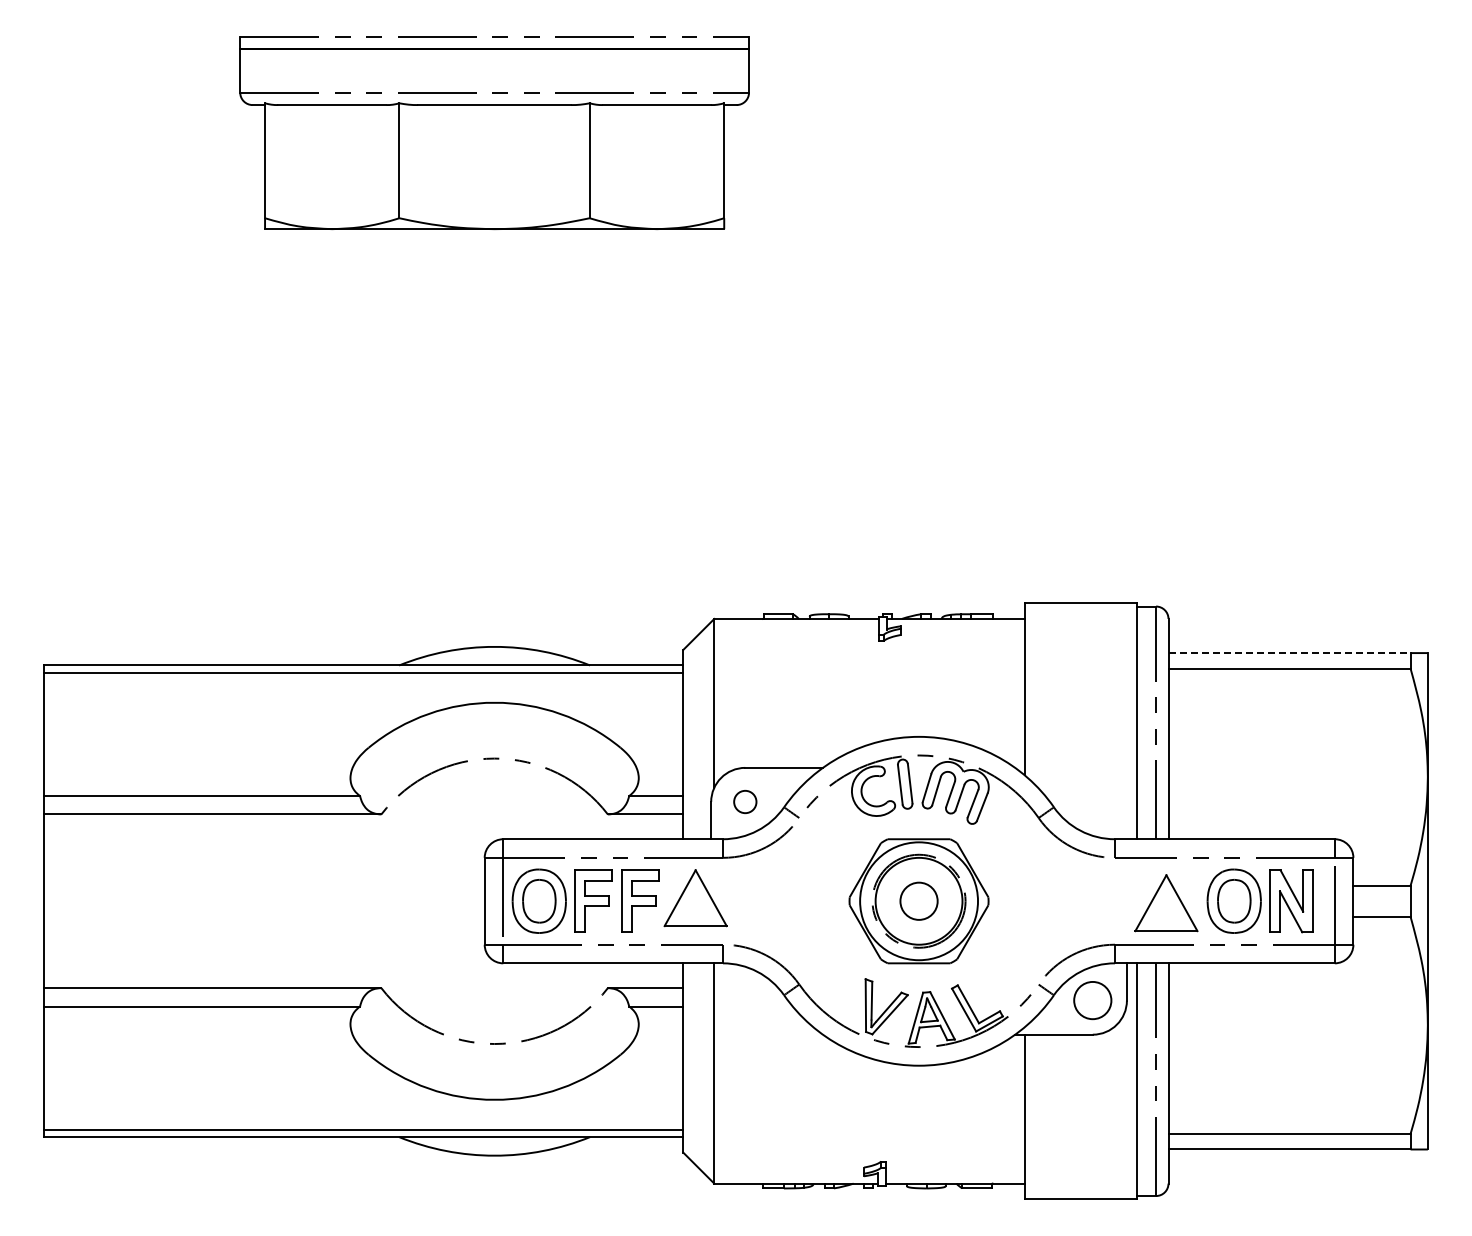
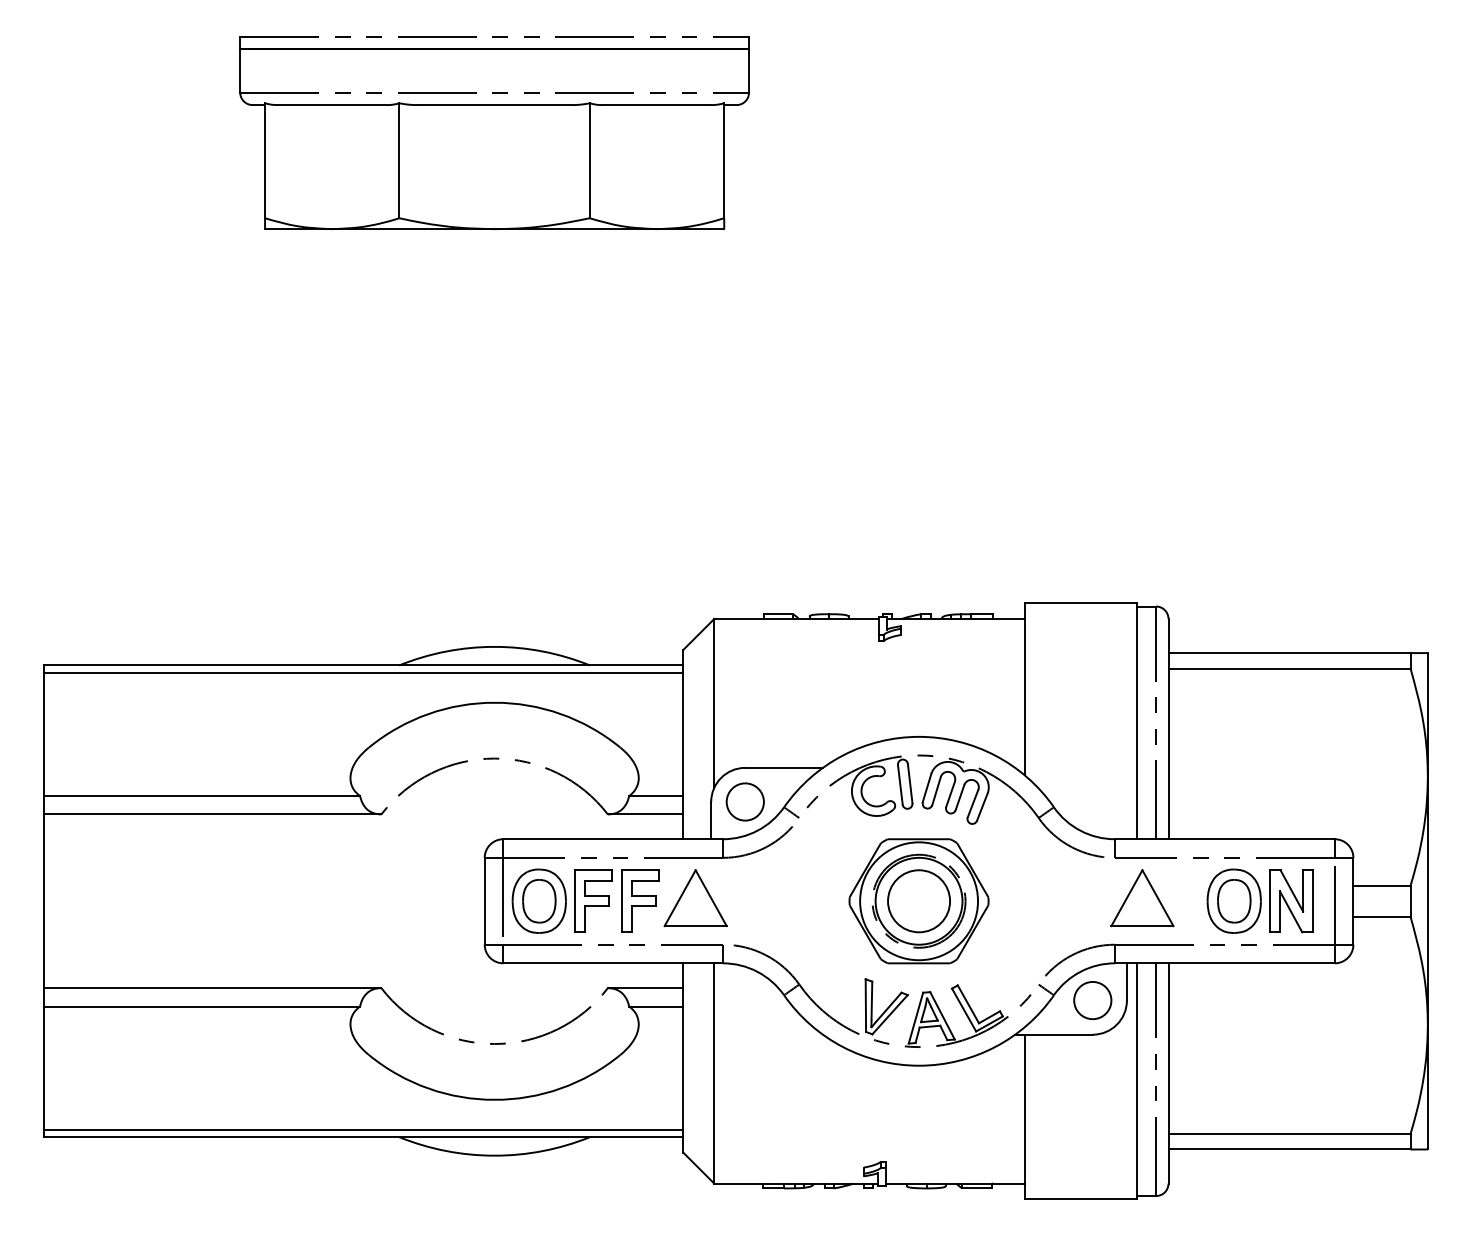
line at (1290, 653): dashed -> solid
circle at (745, 801) diameter: 22 px -> 37 px
circle at (918, 900) diameter: 37 px -> 62 px
part at (1166, 903) position: (1166, 903) -> (1142, 898)
